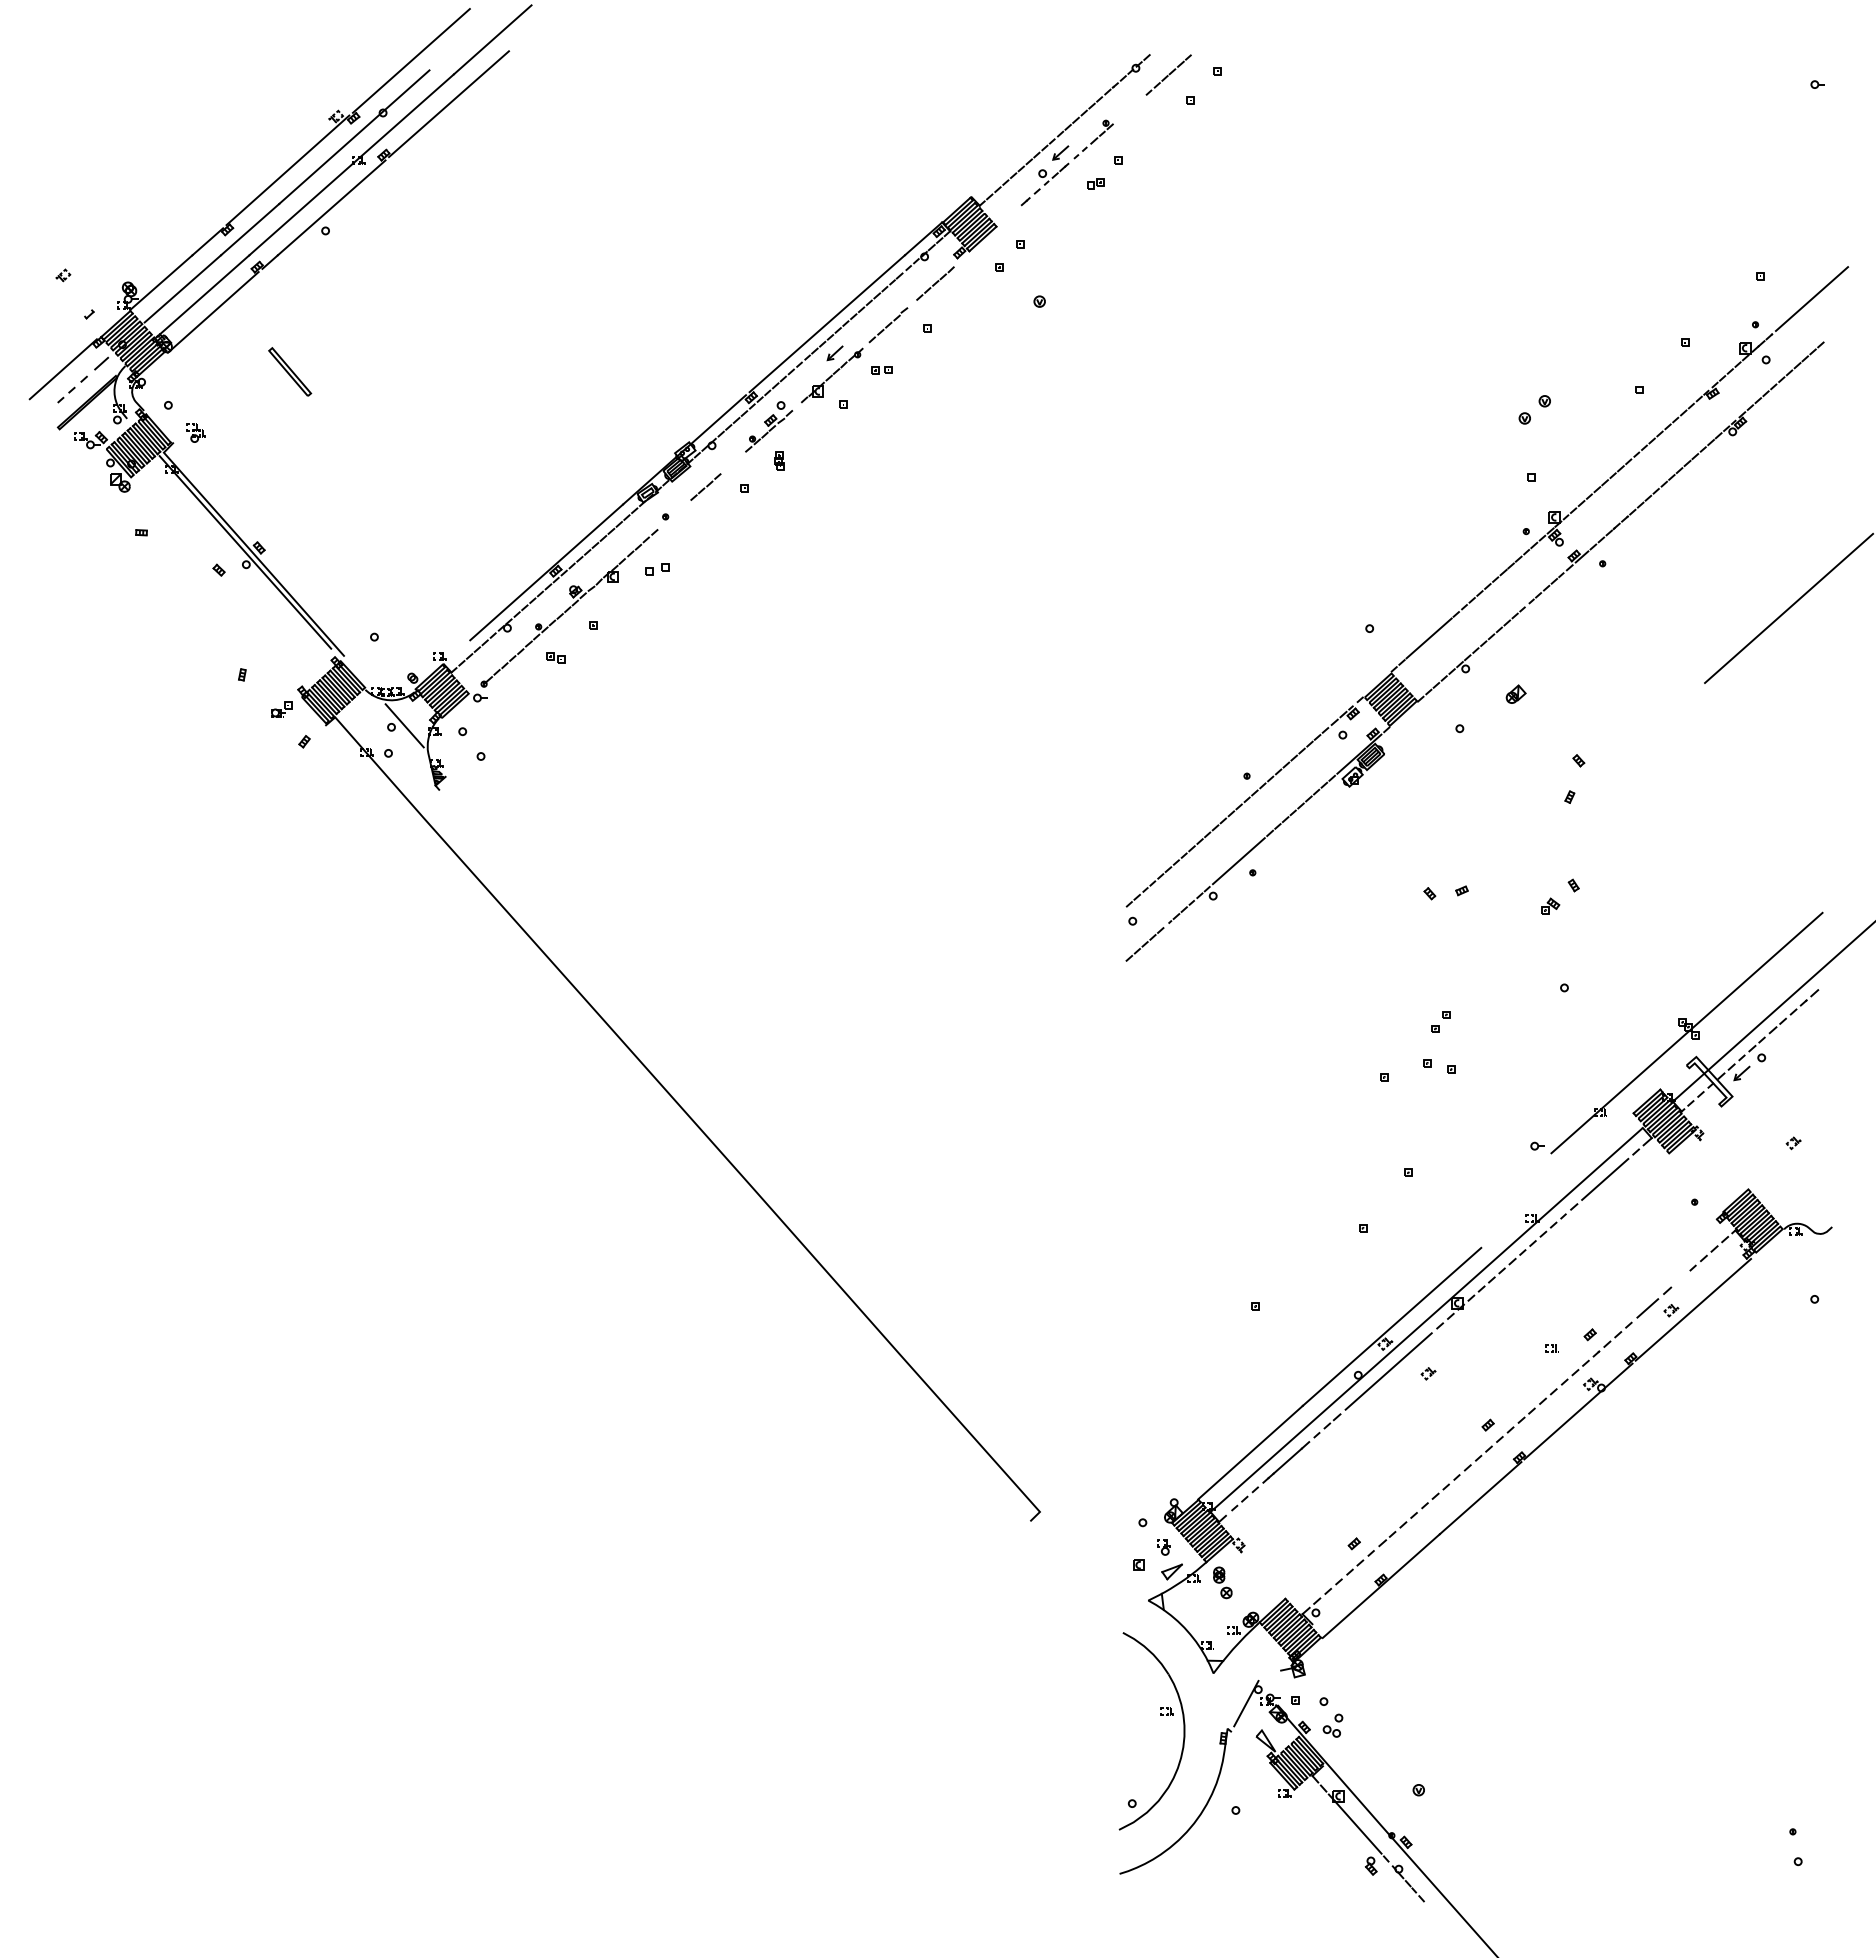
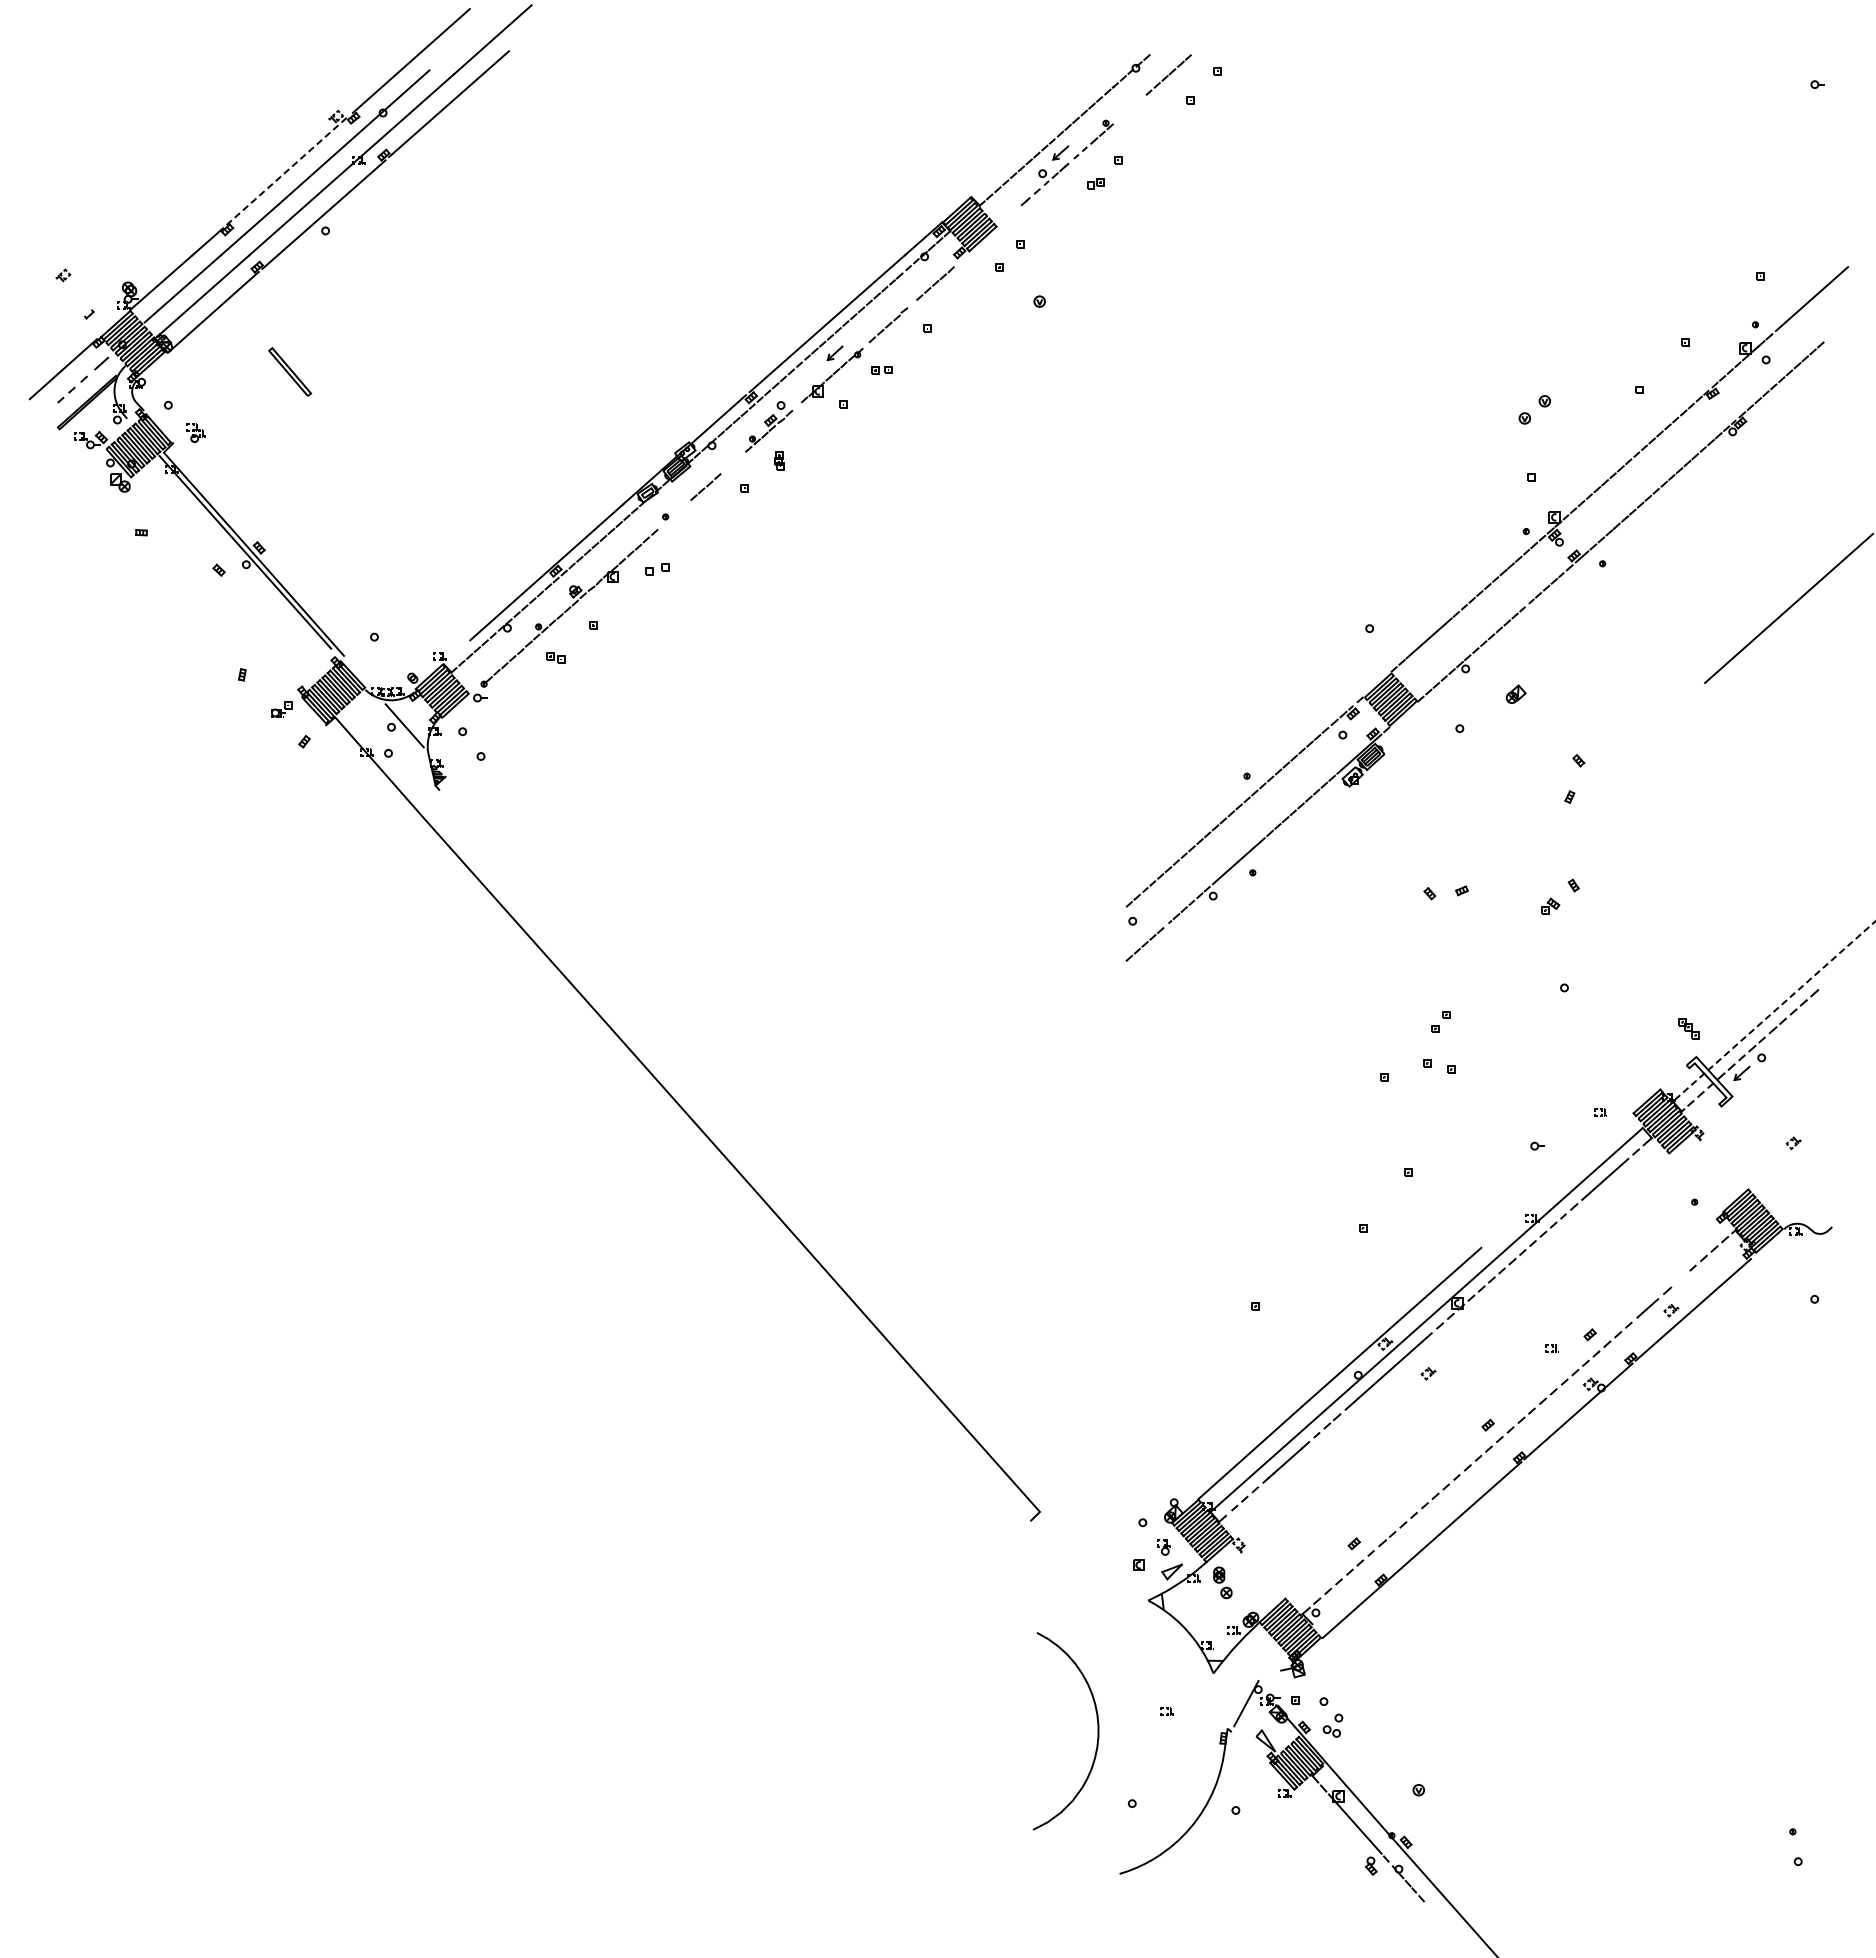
line at (288, 170): solid -> dashed
line at (1774, 1011): solid -> dashed
line at (1686, 1032): present -> none
part at (1183, 1731) position: (1183, 1731) -> (1097, 1731)
